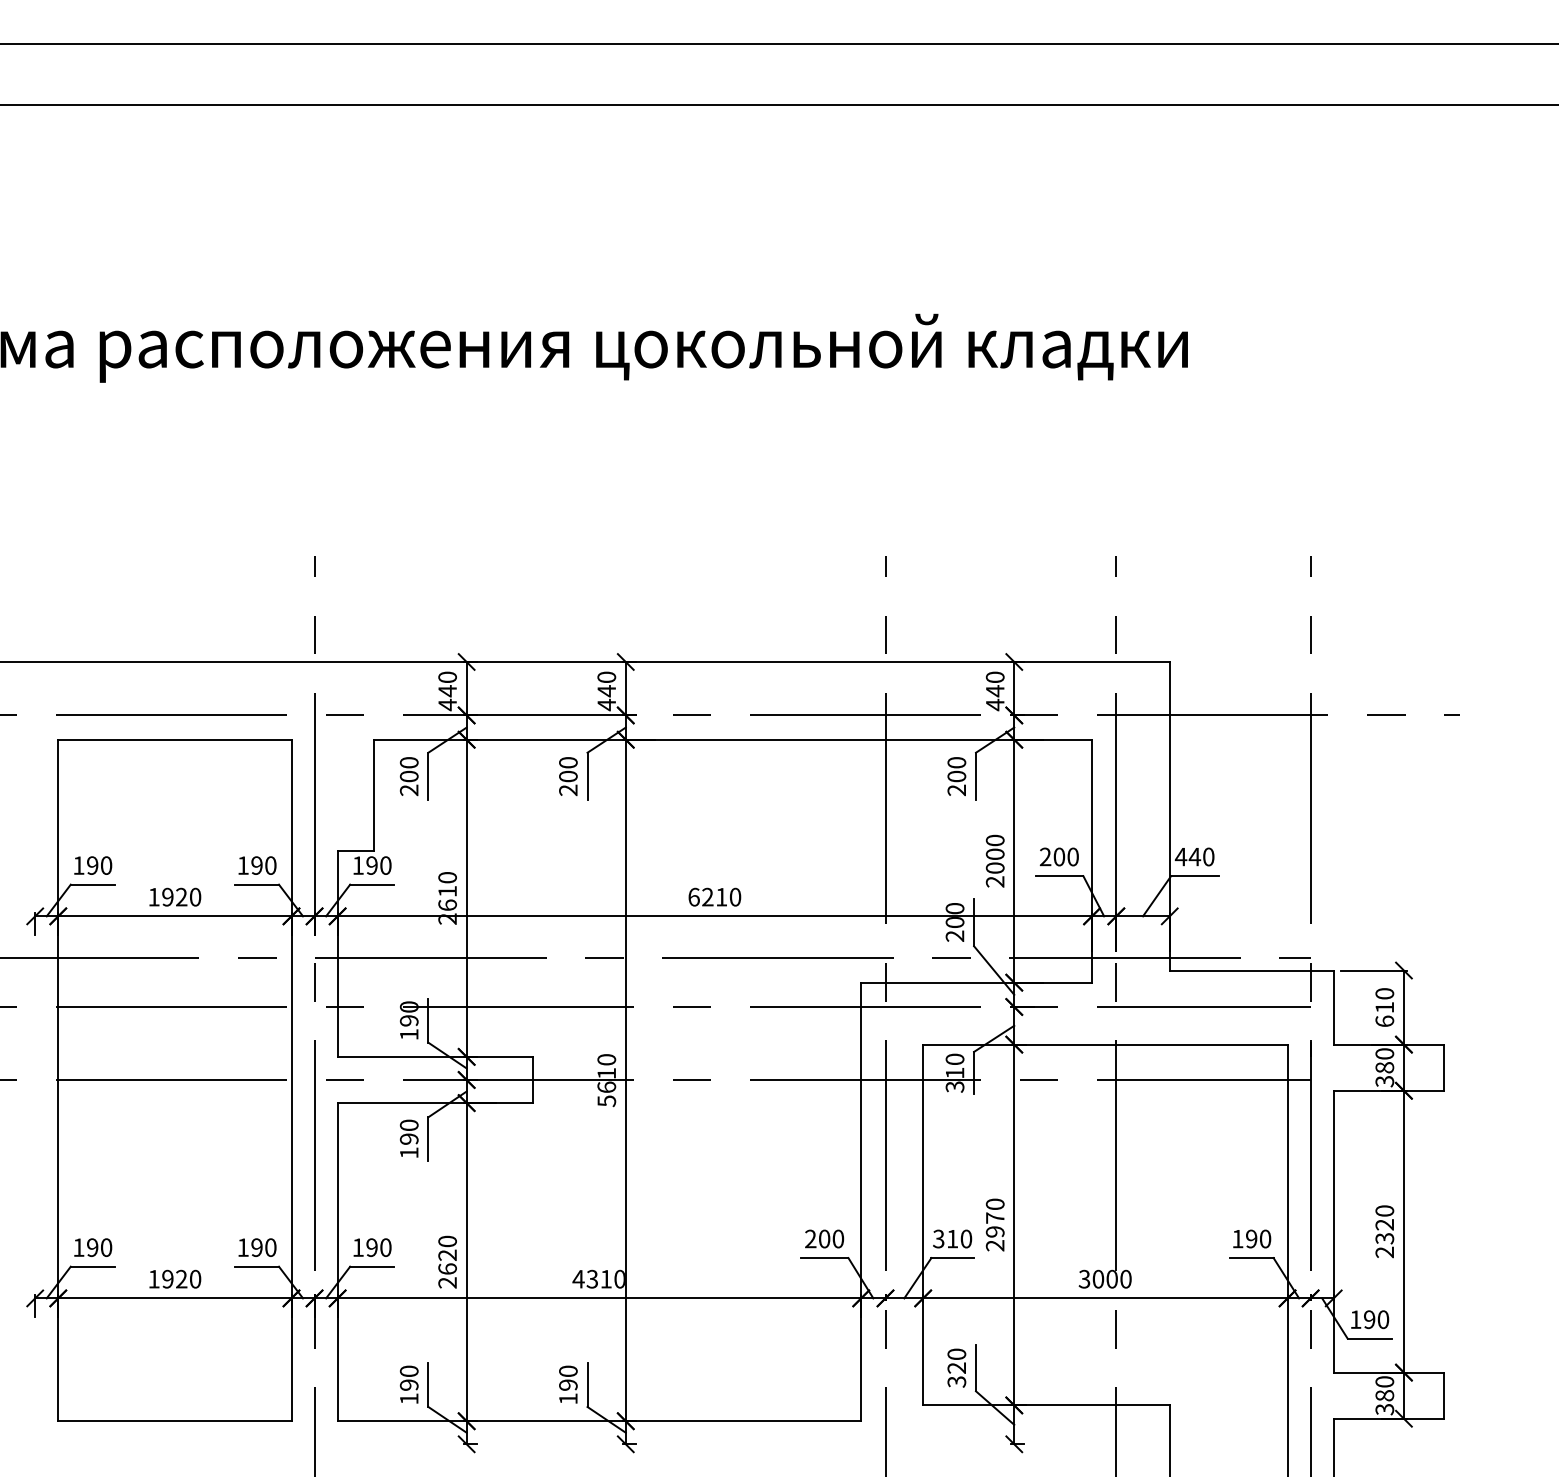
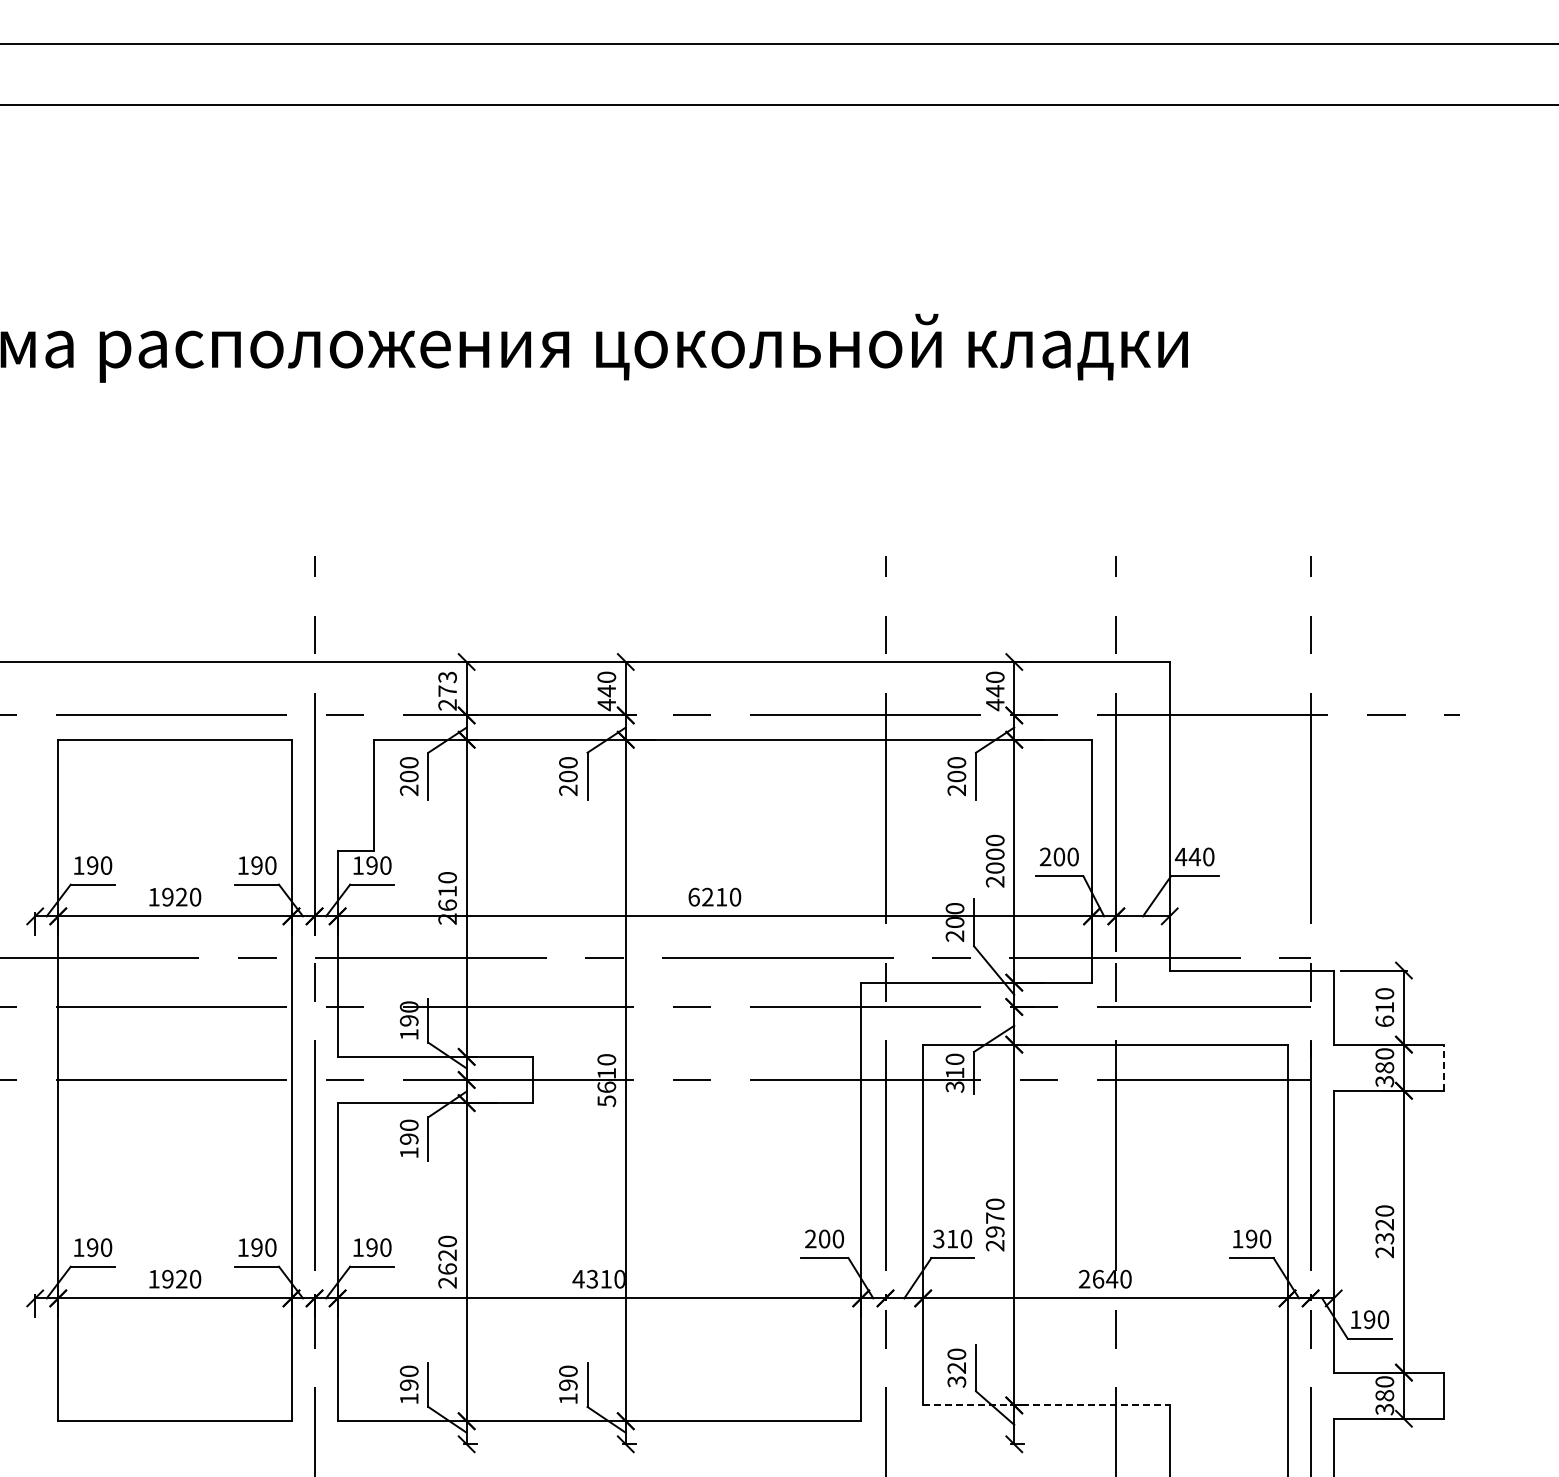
text at (447, 691): 440 -> 273
line at (1444, 1067): solid -> dashed
text at (1098, 1278): 3000 -> 2640
line at (1046, 1405): solid -> dashed
